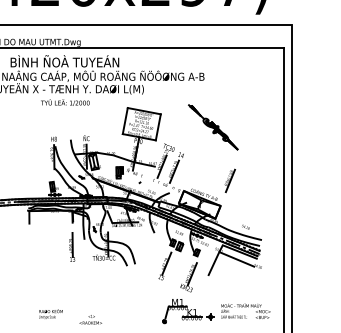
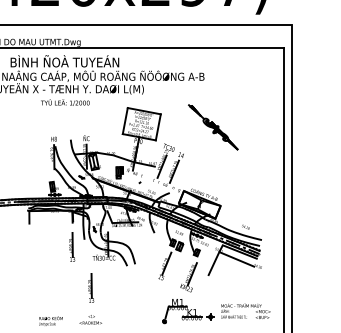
part at (229, 180): present -> none
part at (91, 287): none -> present
text at (50, 313) position: (50, 313) -> (50, 320)
